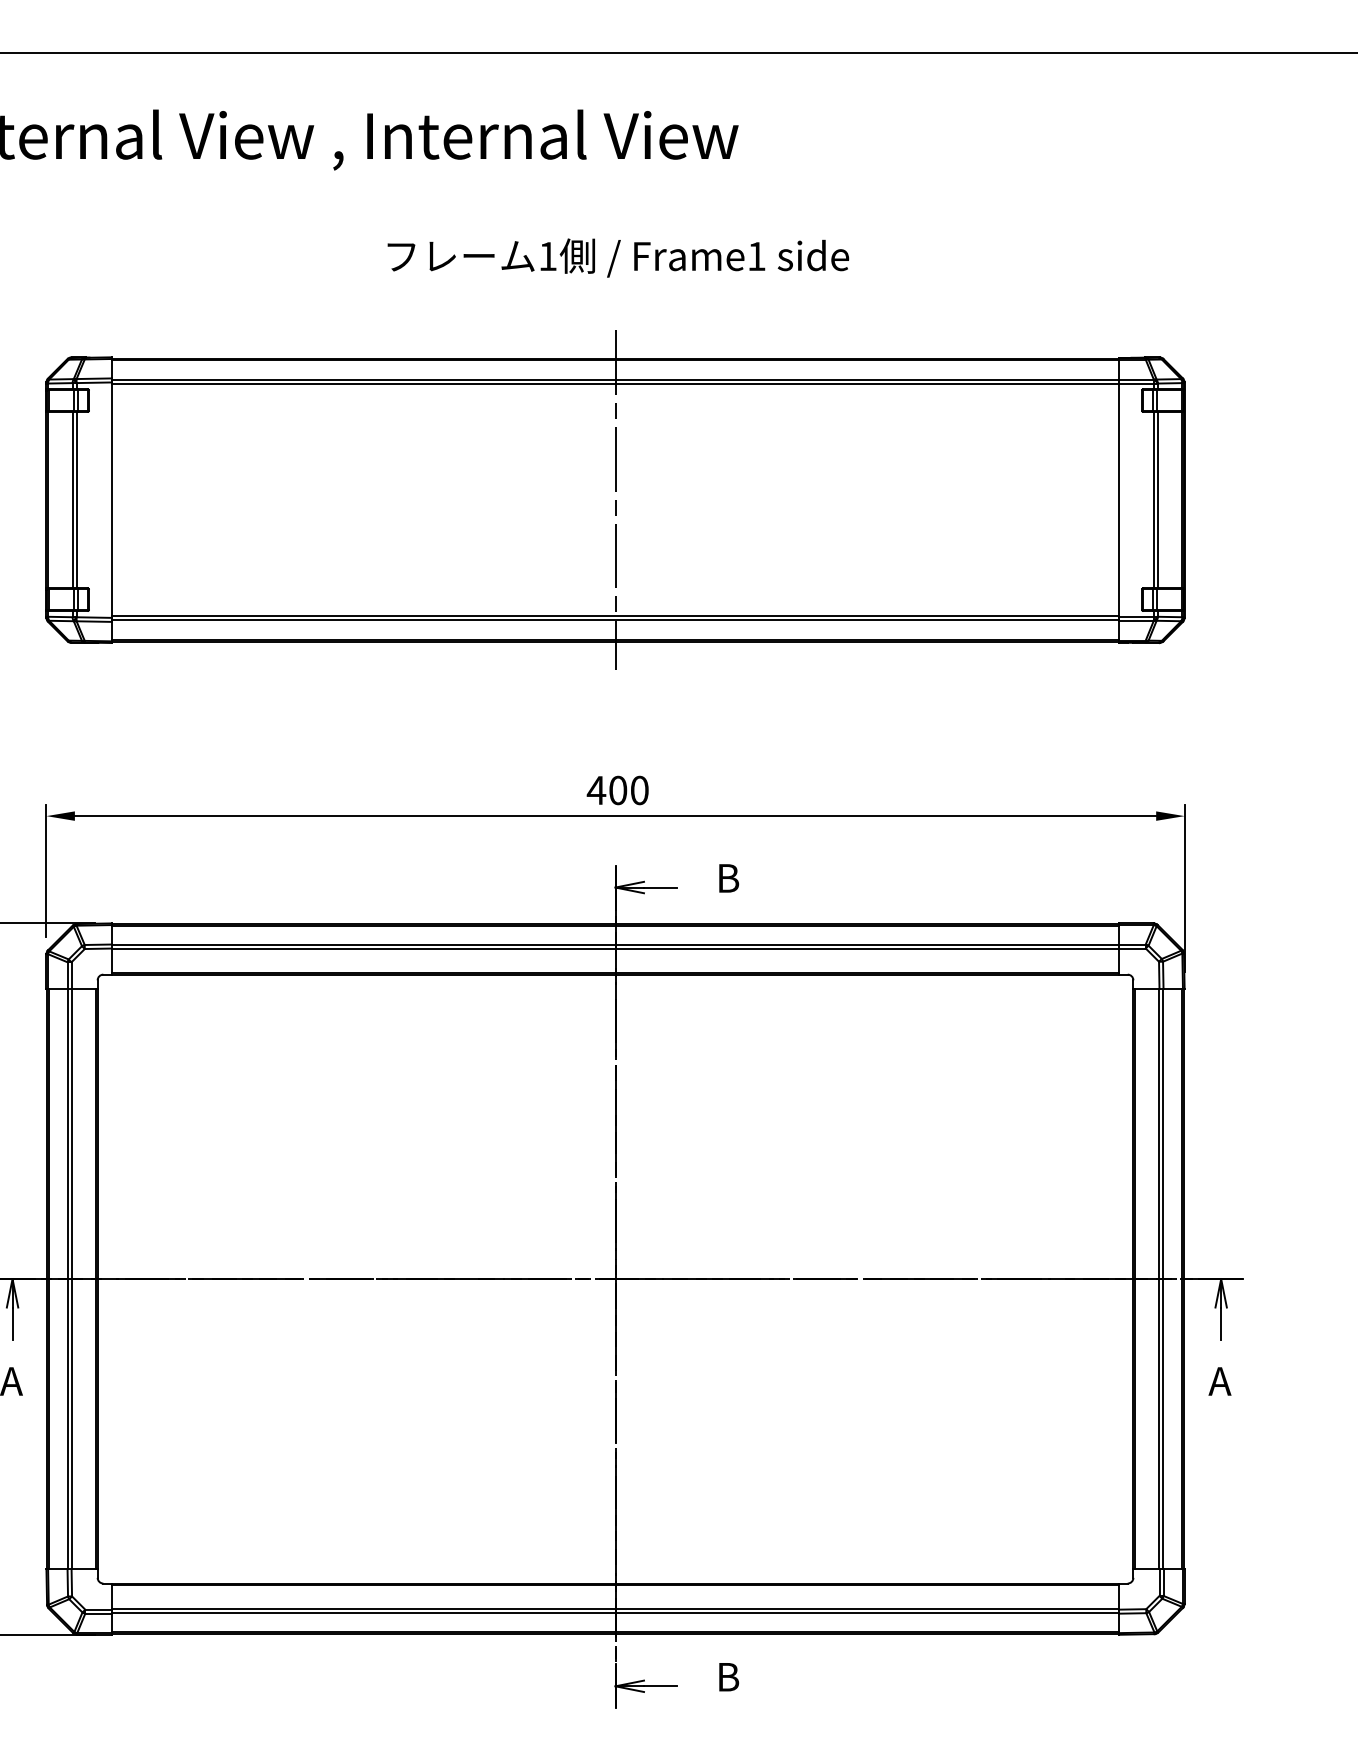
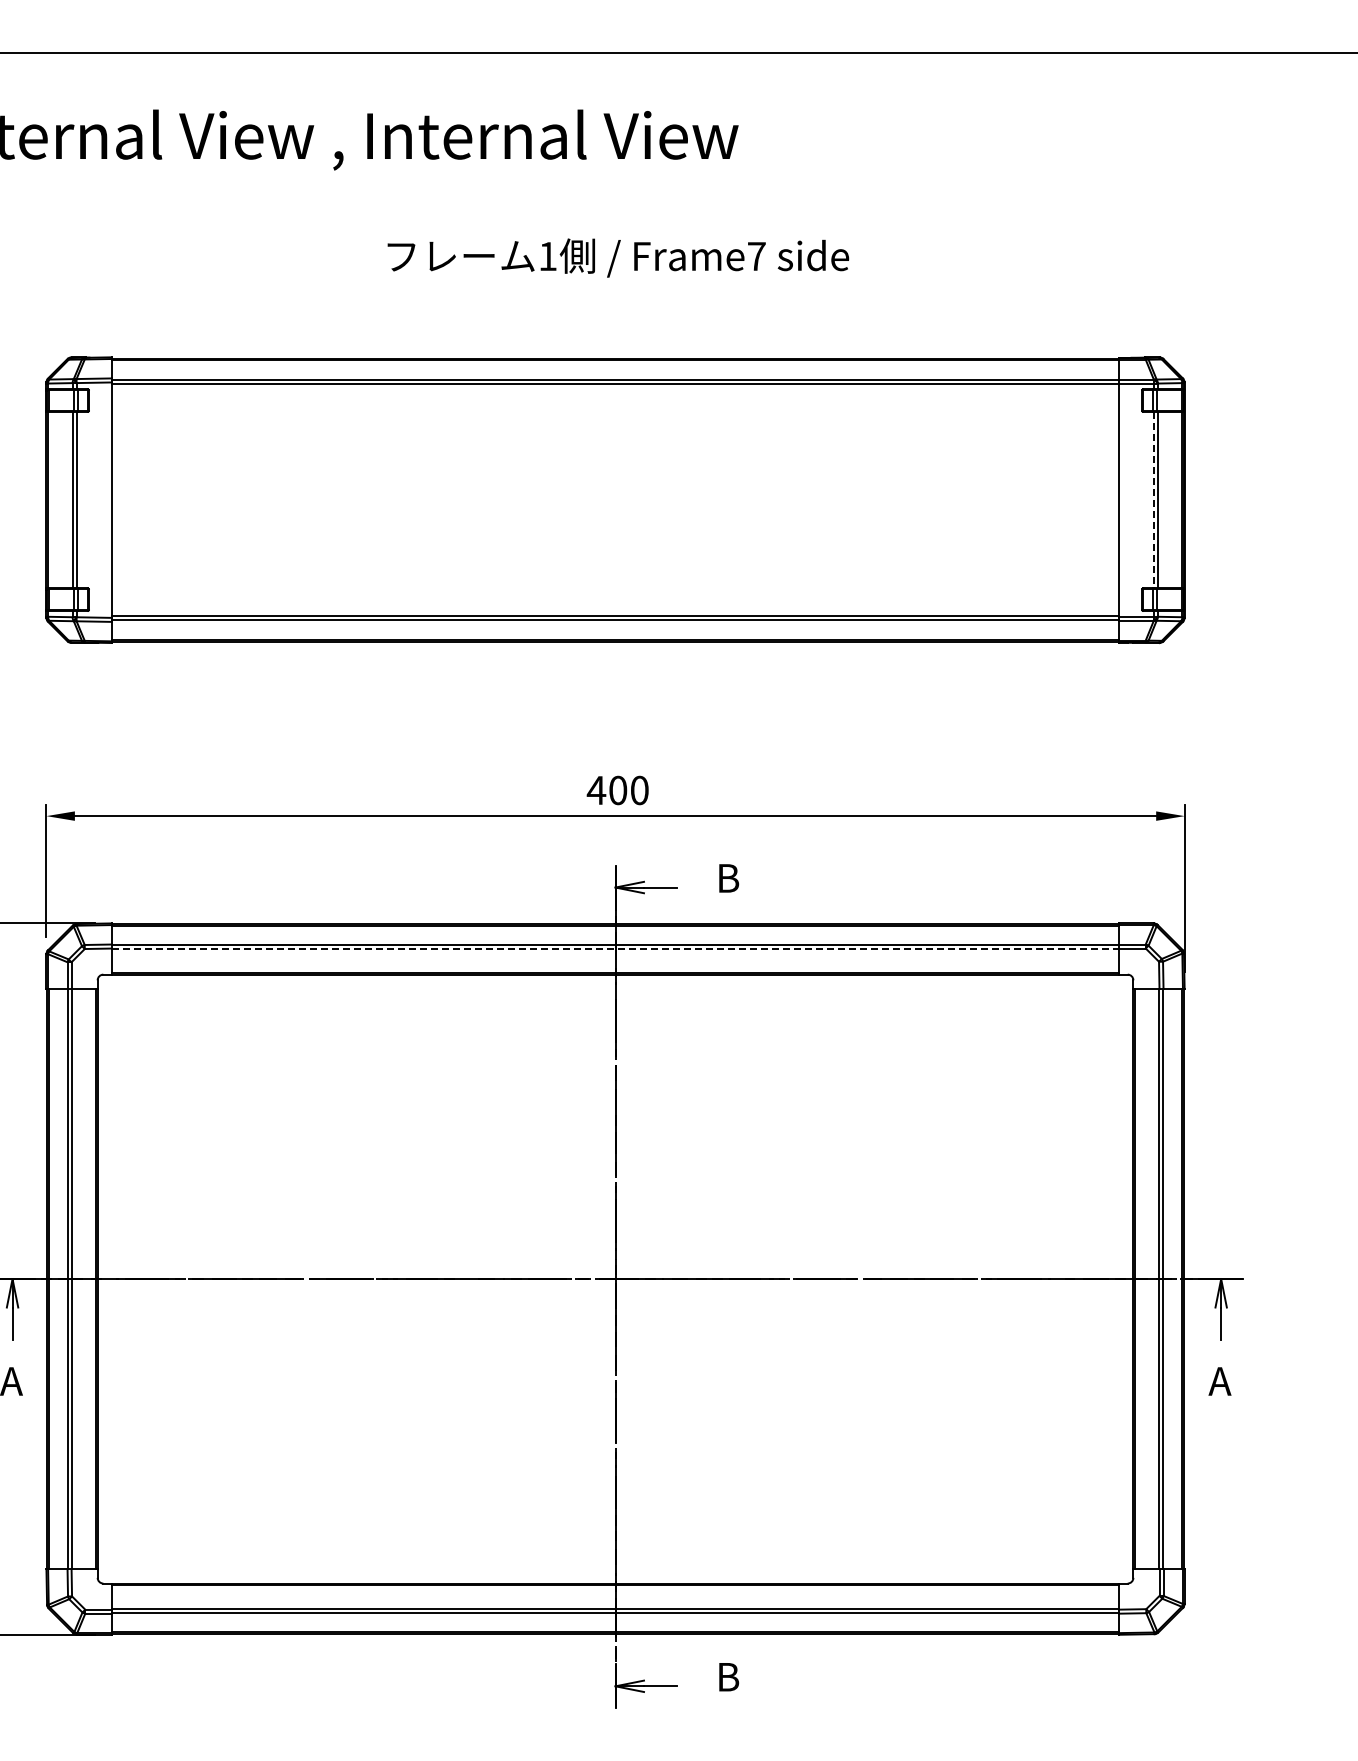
text at (756, 256): Frame1 -> Frame7
line at (615, 500): present -> none
line at (1153, 500): solid -> dashed
line at (615, 949): solid -> dashed
